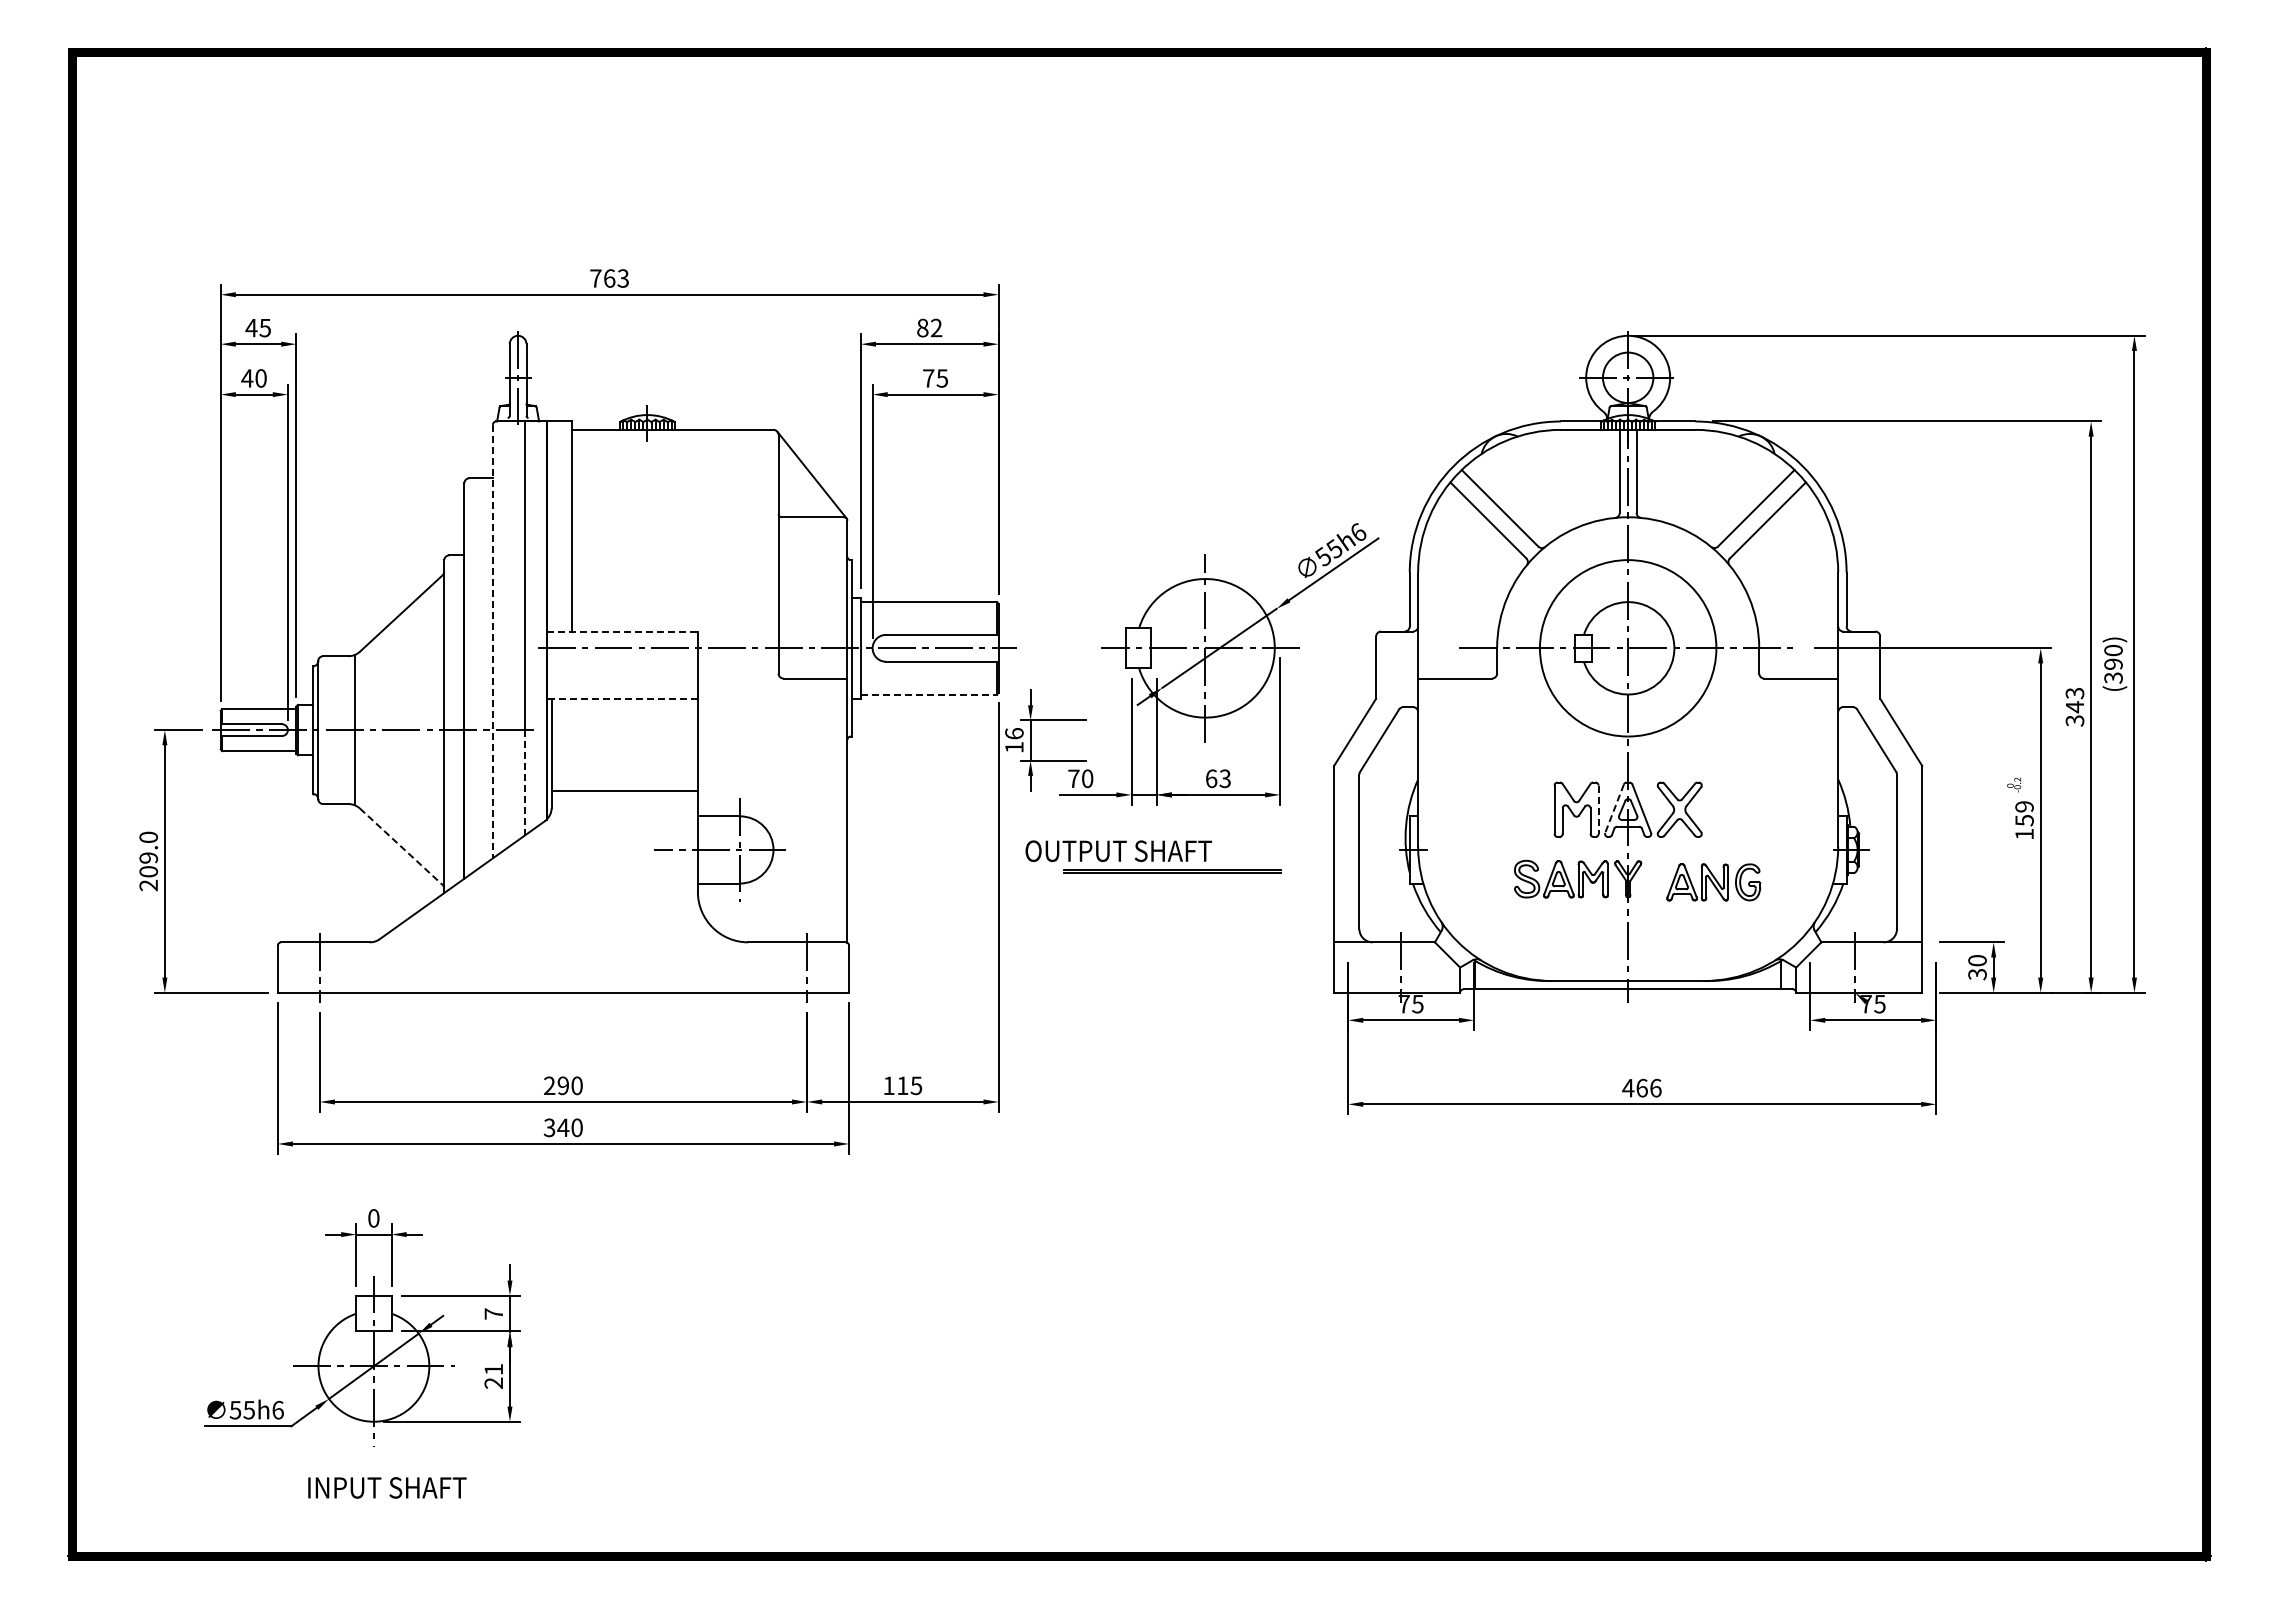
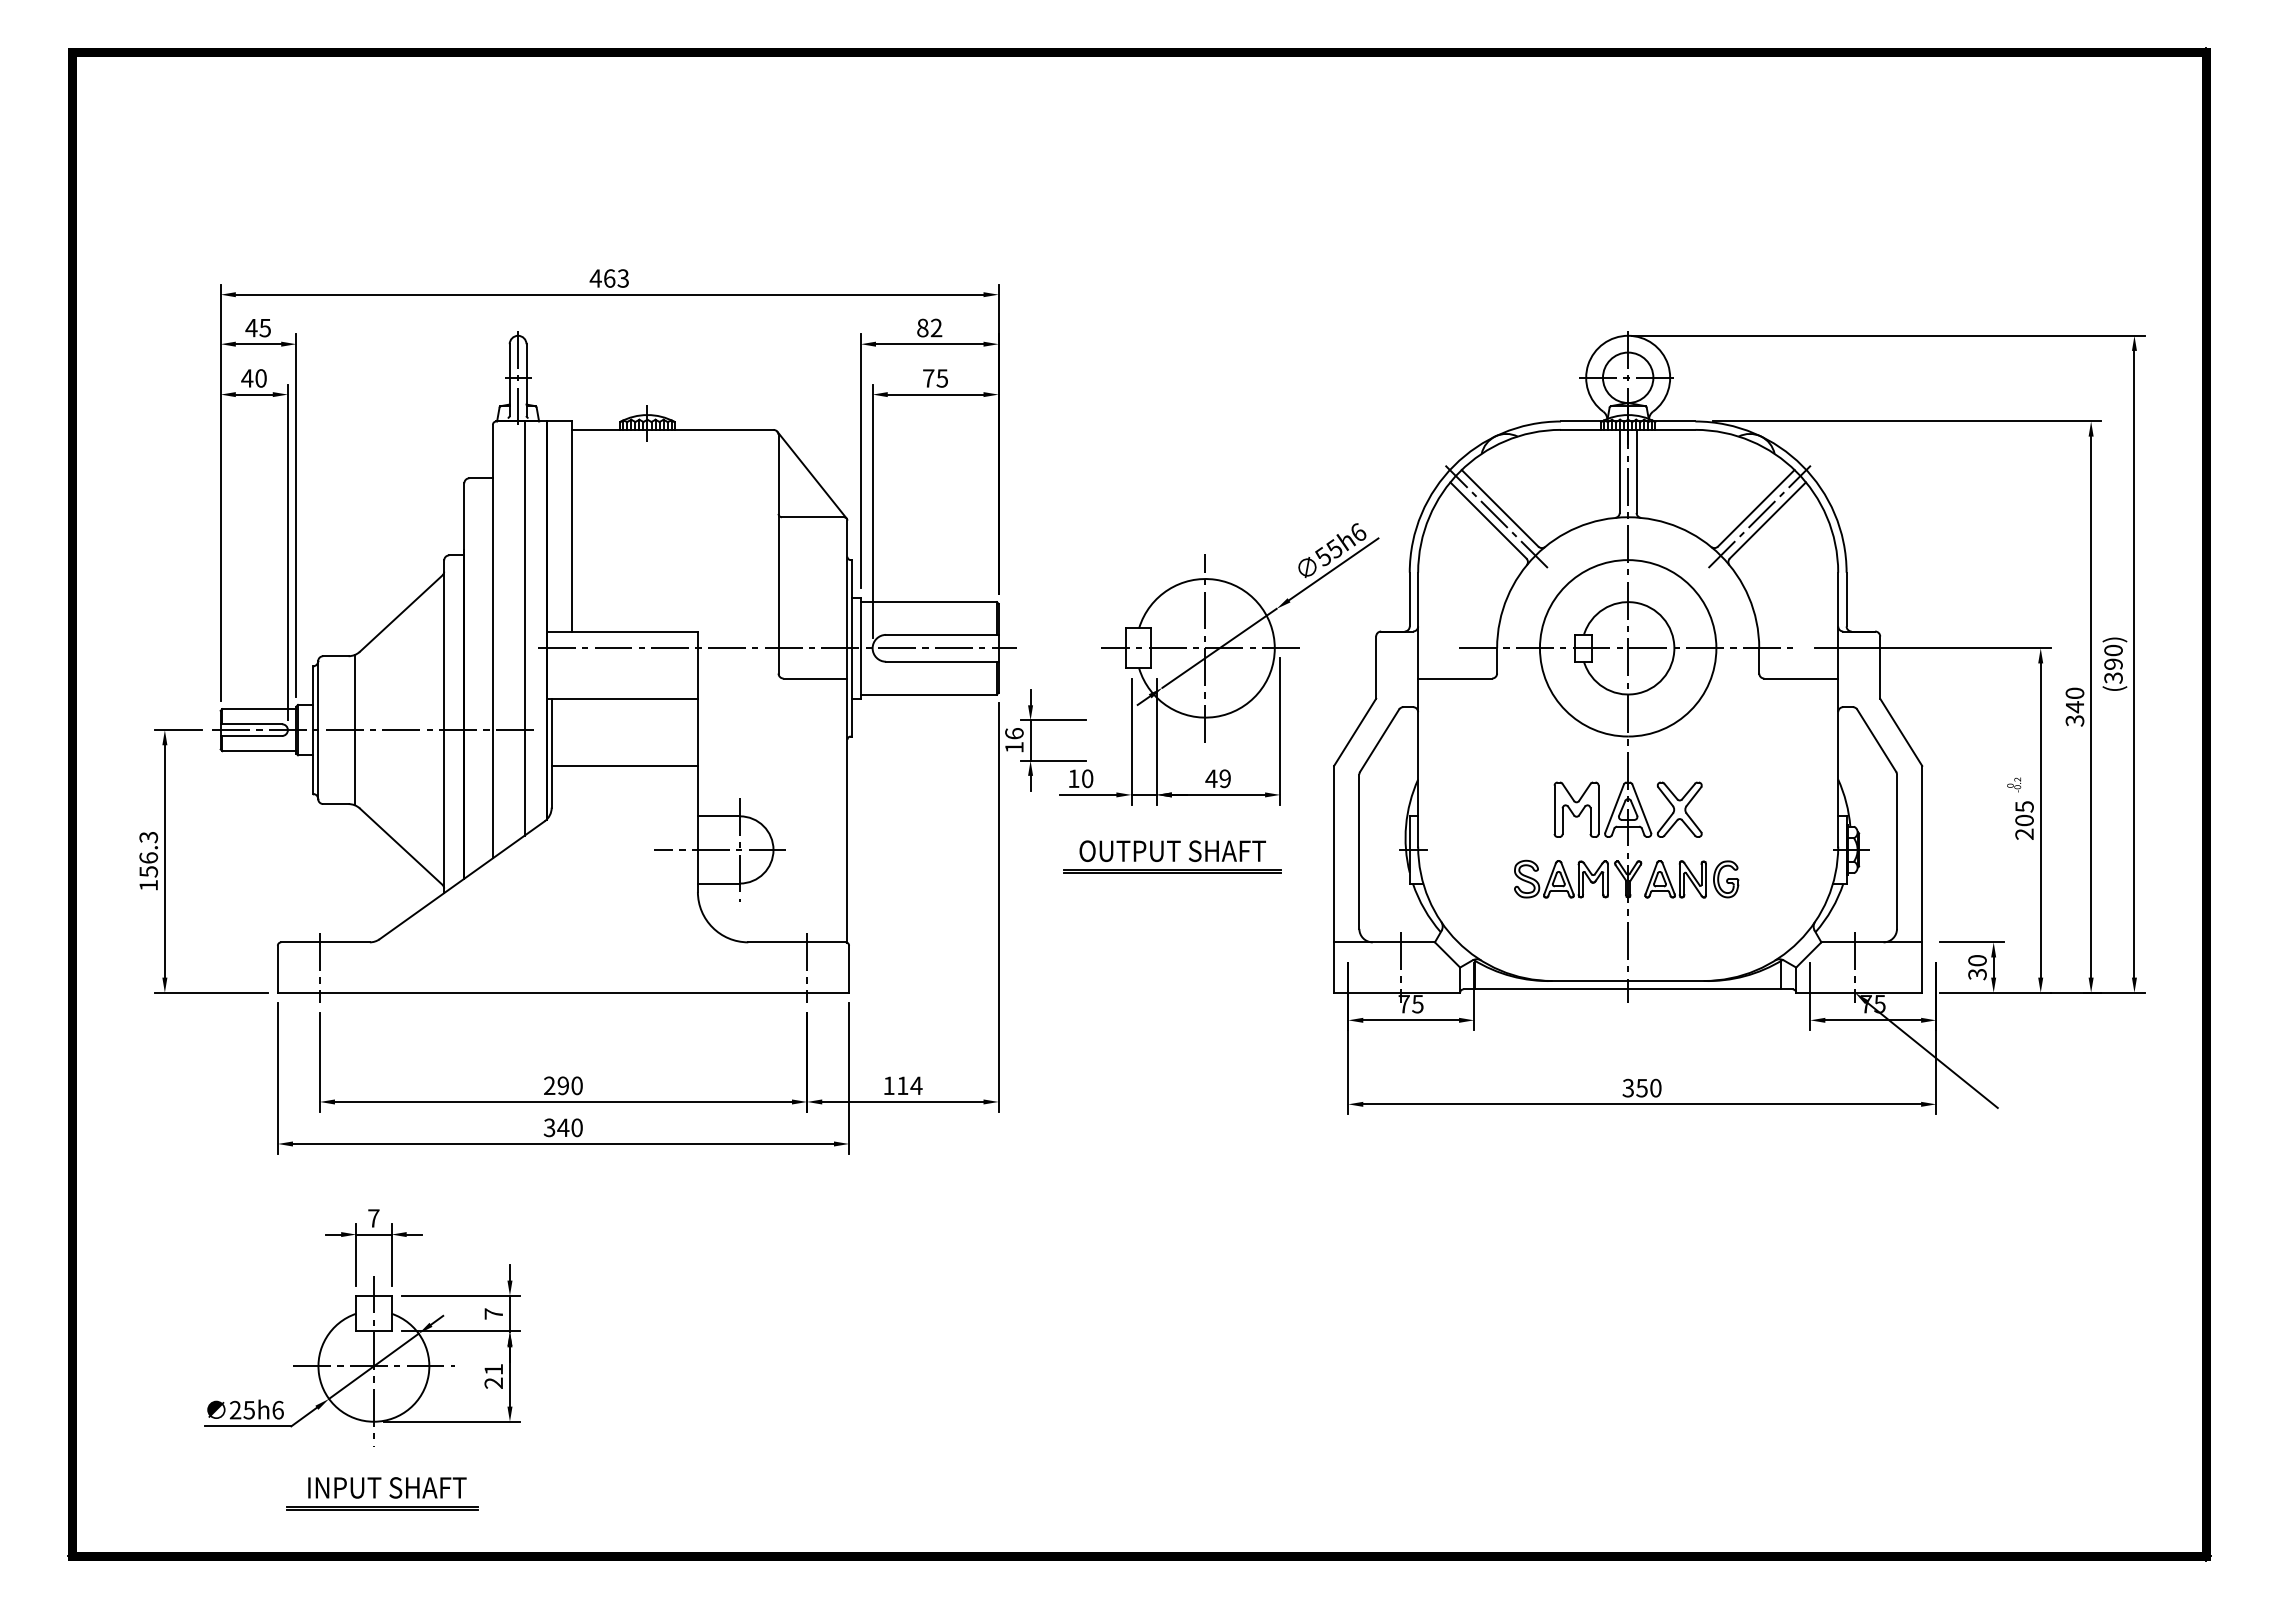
text at (595, 278): 763 -> 463
line at (1496, 516): none -> present
line at (1759, 516): none -> present
line at (622, 631): dashed -> solid
line at (492, 641): dashed -> solid
text at (2074, 693): 343 -> 340
line at (929, 694): dashed -> solid
line at (622, 698): dashed -> solid
text at (1073, 778): 70 -> 10
text at (1217, 778): 63 -> 49
line at (524, 782): dashed -> solid
line at (624, 790) position: (624, 790) -> (624, 765)
line at (1614, 808): dashed -> solid
line at (1598, 810): dashed -> solid
text at (2024, 820): 159 -> 205
line at (401, 847): dashed -> solid
text at (1118, 850) position: (1118, 850) -> (1172, 850)
text at (148, 861): 209.0 -> 156.3
part at (1713, 882) position: (1713, 882) -> (1691, 879)
line at (1931, 1054): none -> present
text at (916, 1085): 115 -> 114
text at (1641, 1087): 466 -> 350
text at (373, 1218): 0 -> 7
text at (235, 1409): 55h6 -> 25h6
line at (382, 1507): none -> present
